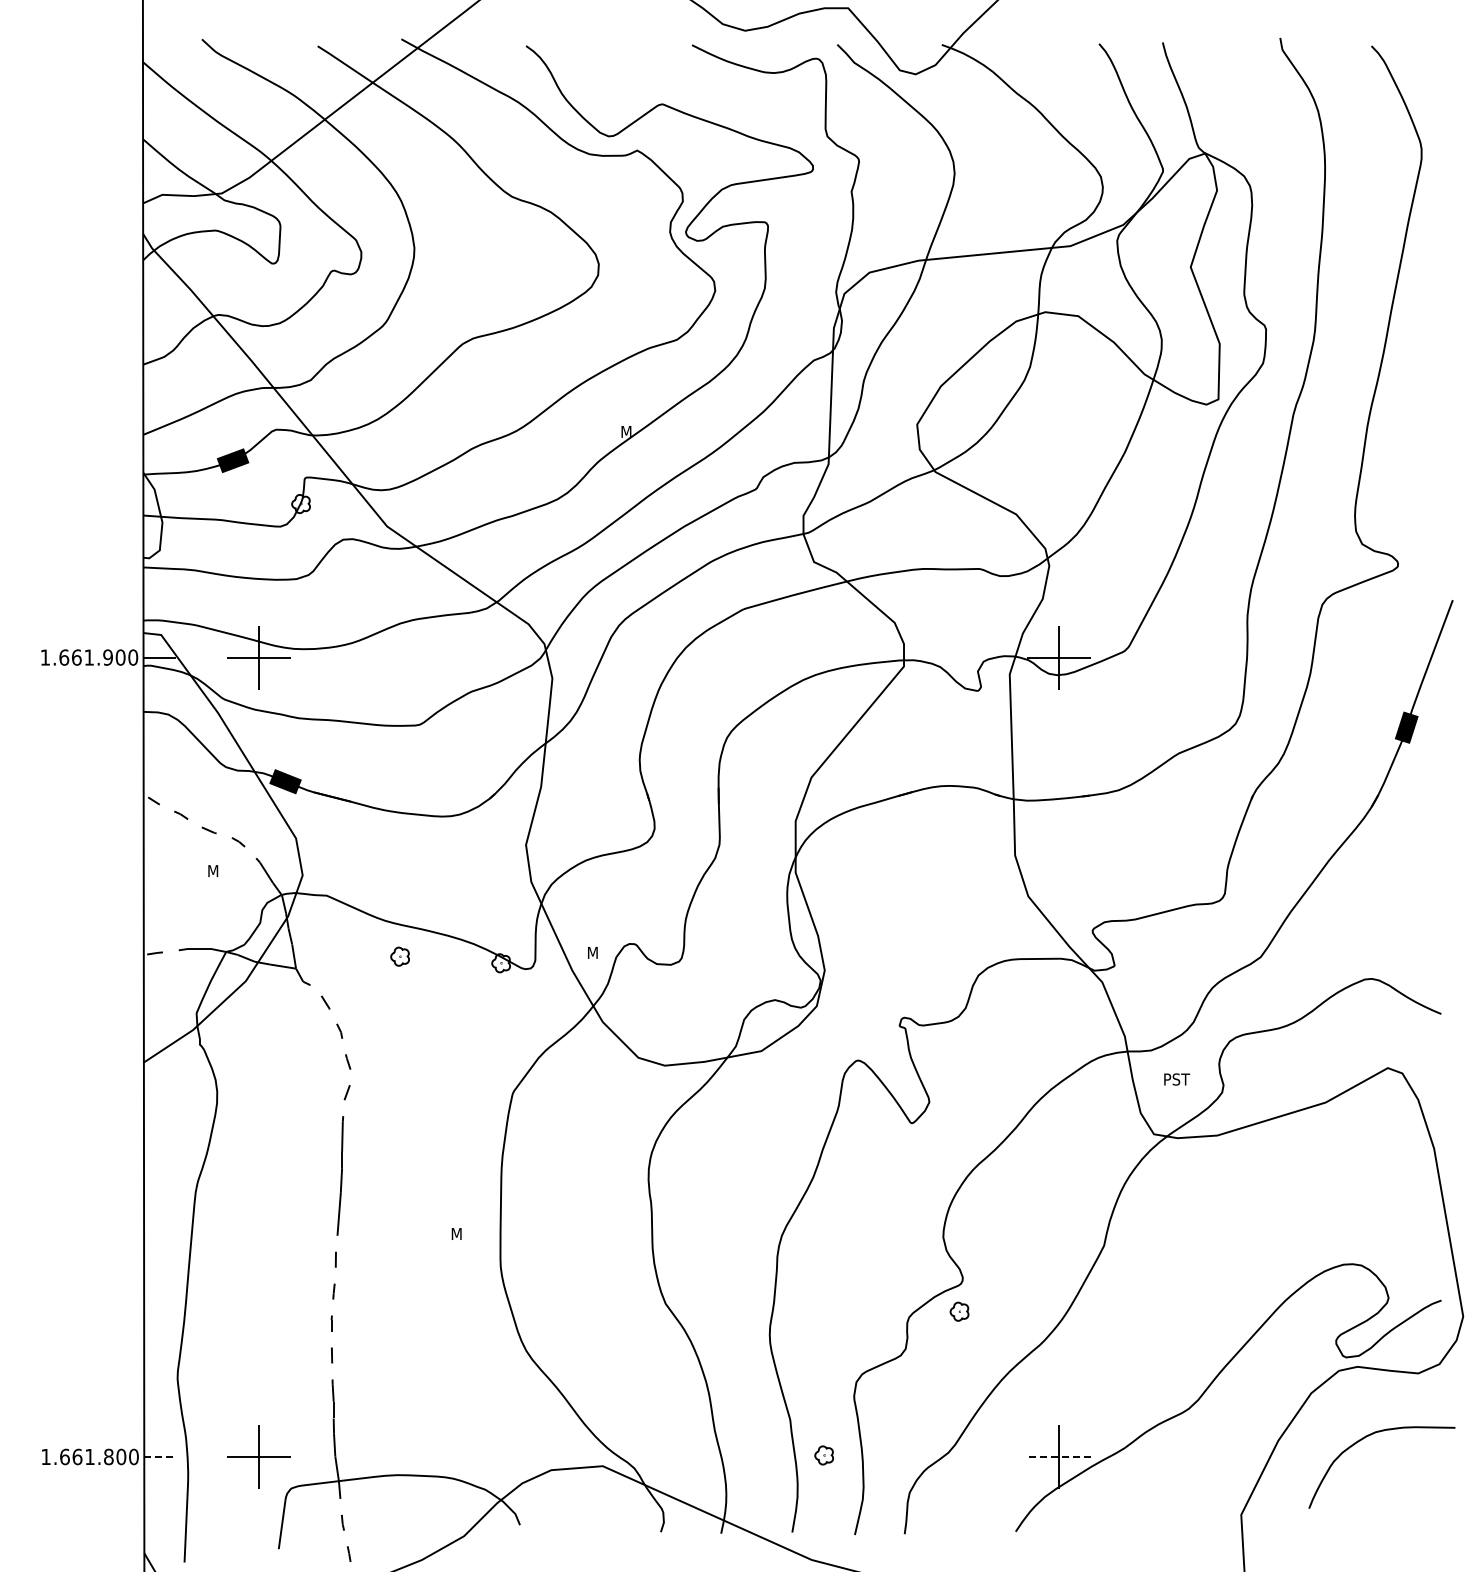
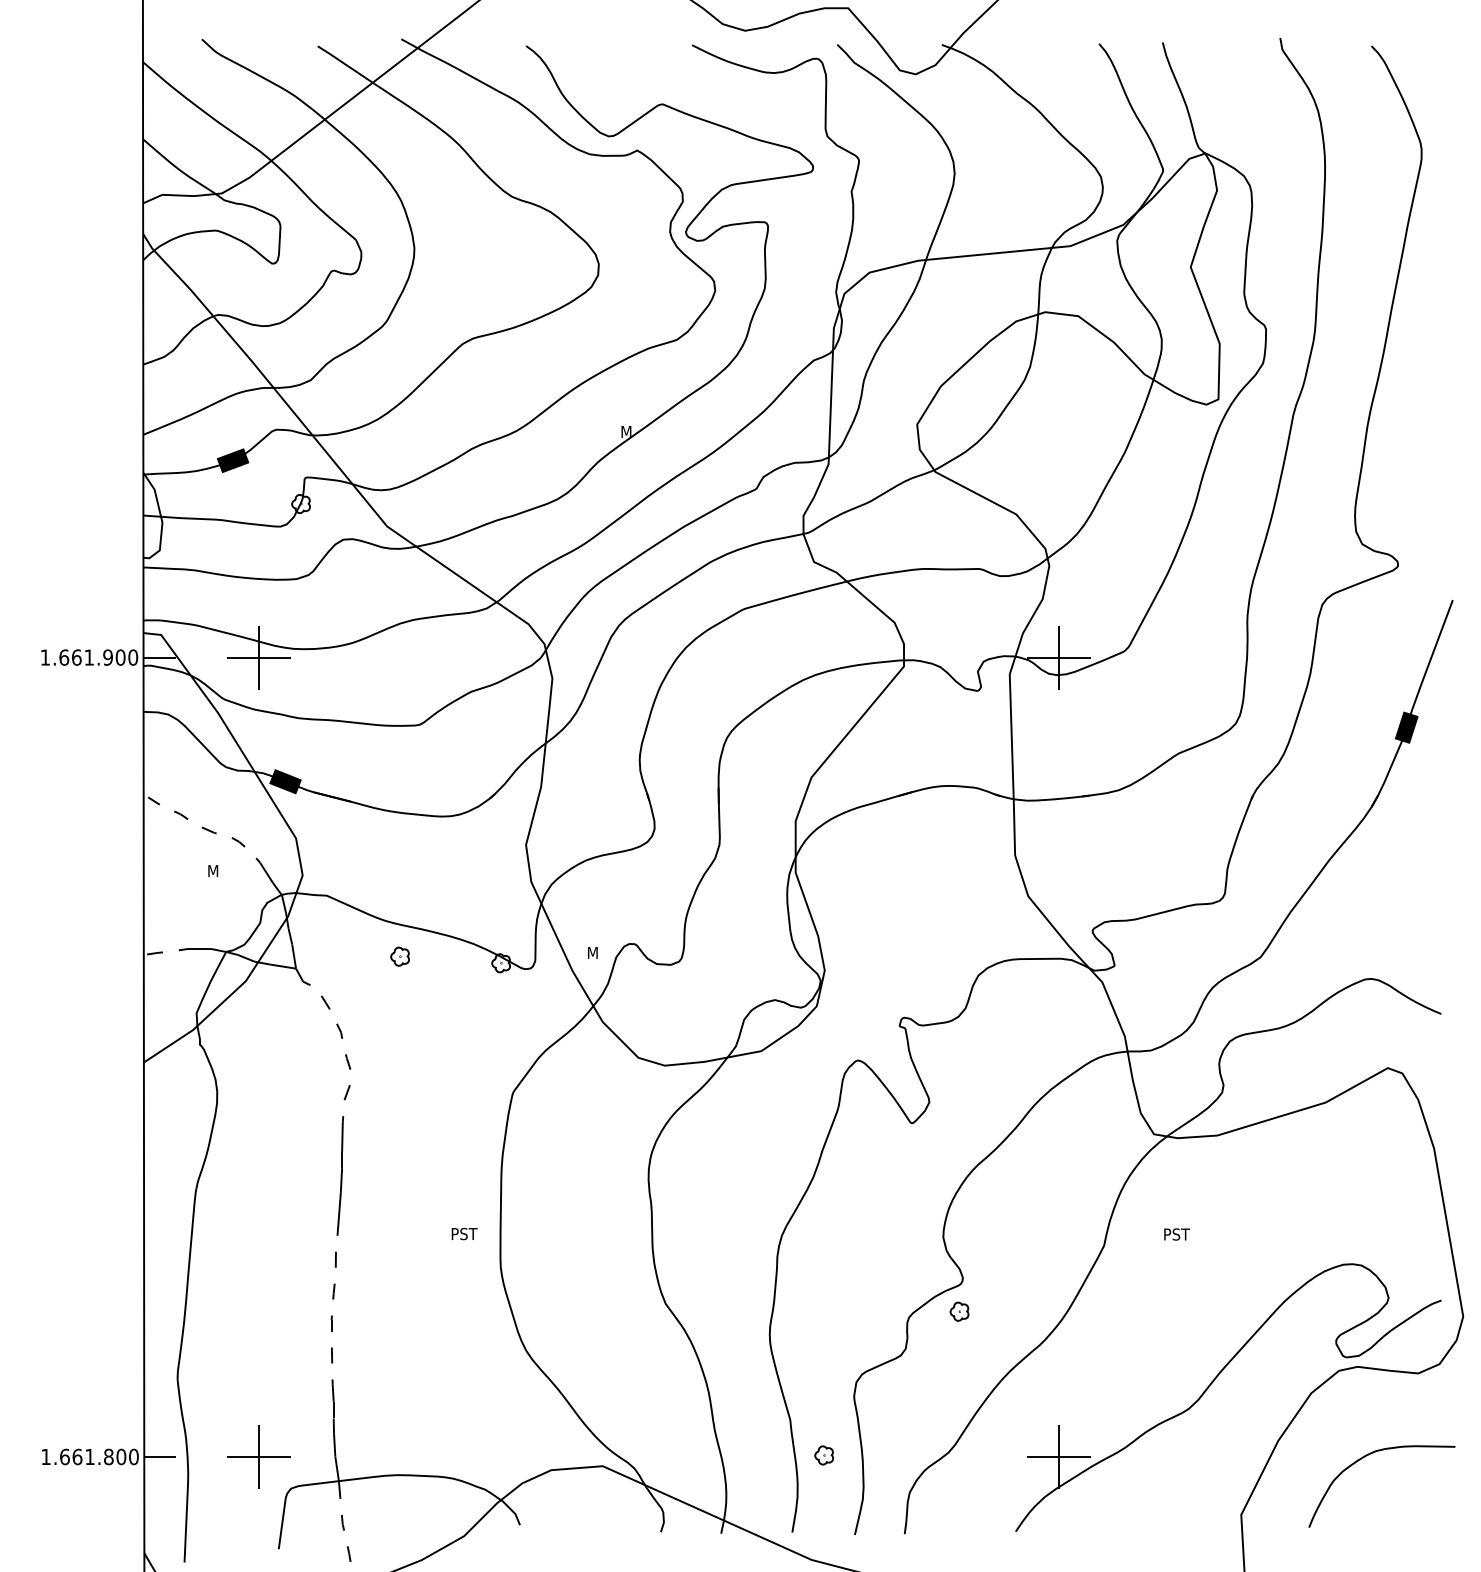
text at (1177, 1079) position: (1177, 1079) -> (1177, 1234)
text at (465, 1233): M -> PST
curve at (1365, 1438) position: (1365, 1438) -> (1365, 1457)
line at (160, 1457): dashed -> solid
line at (1058, 1457): dashed -> solid
